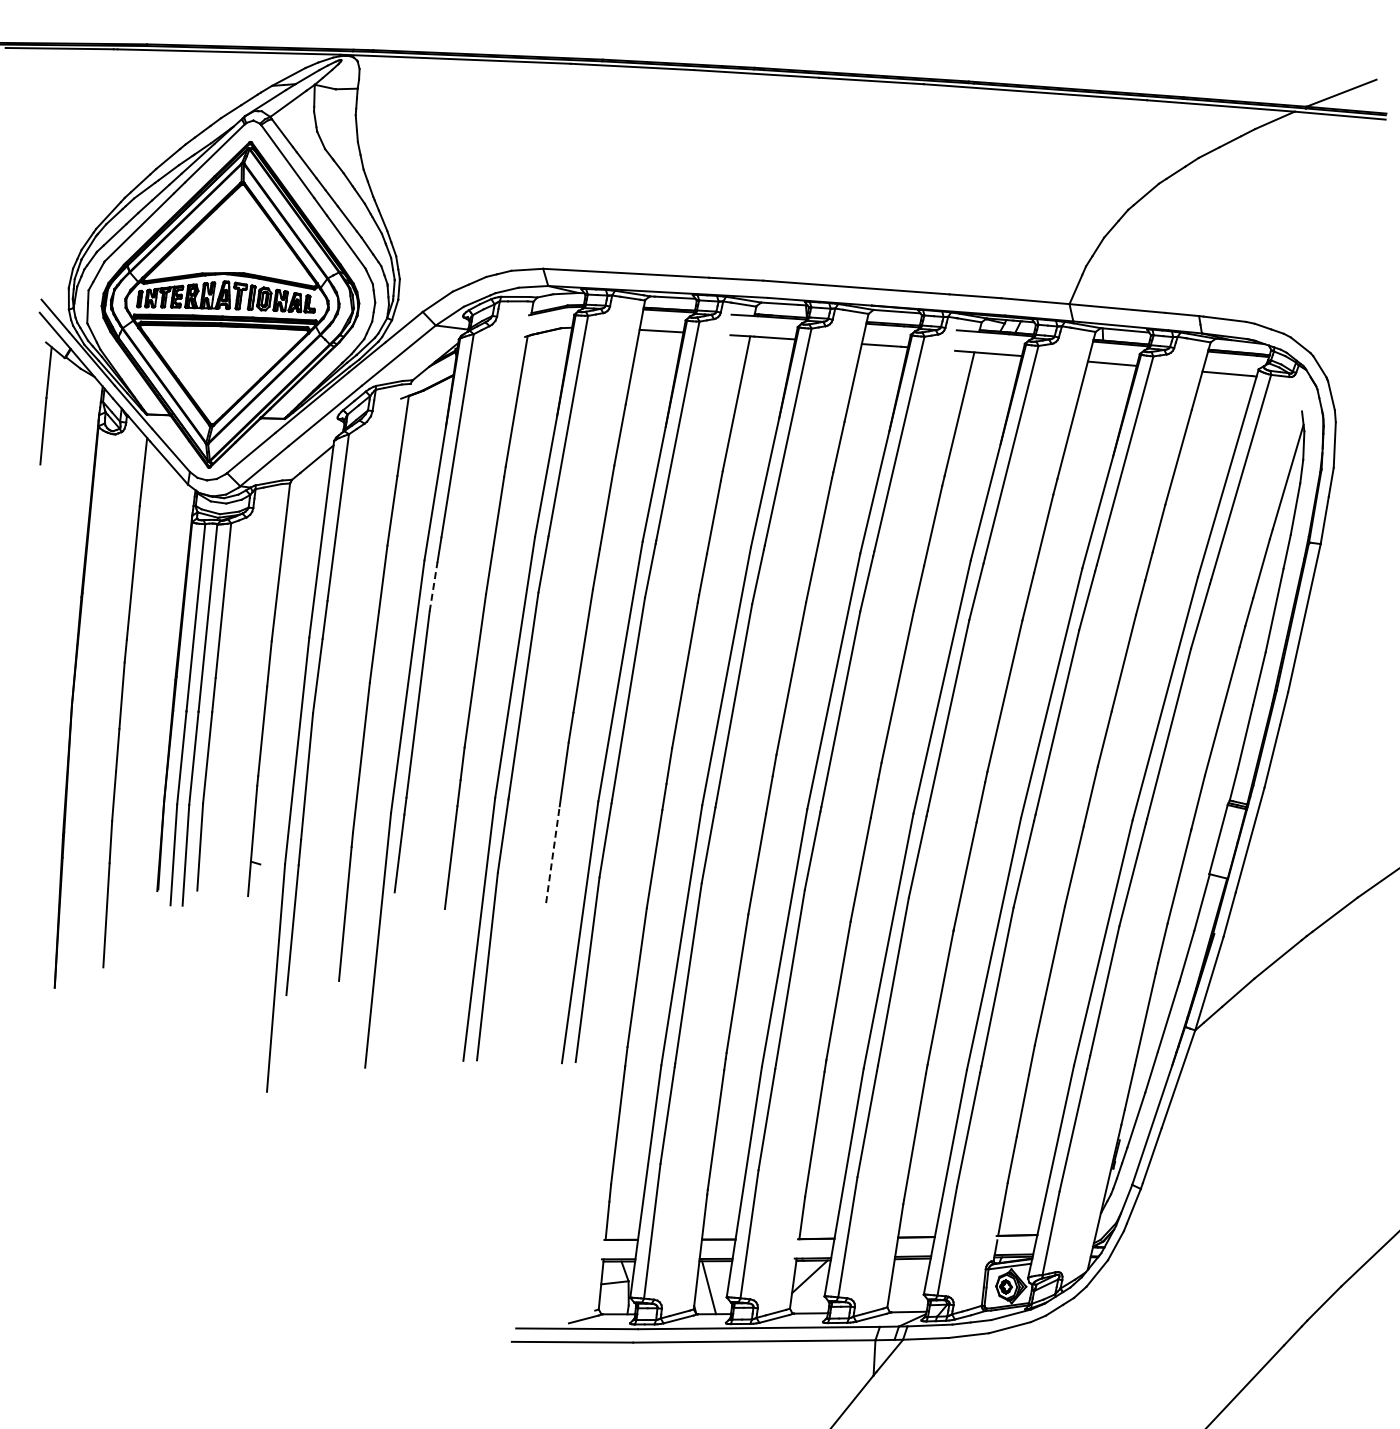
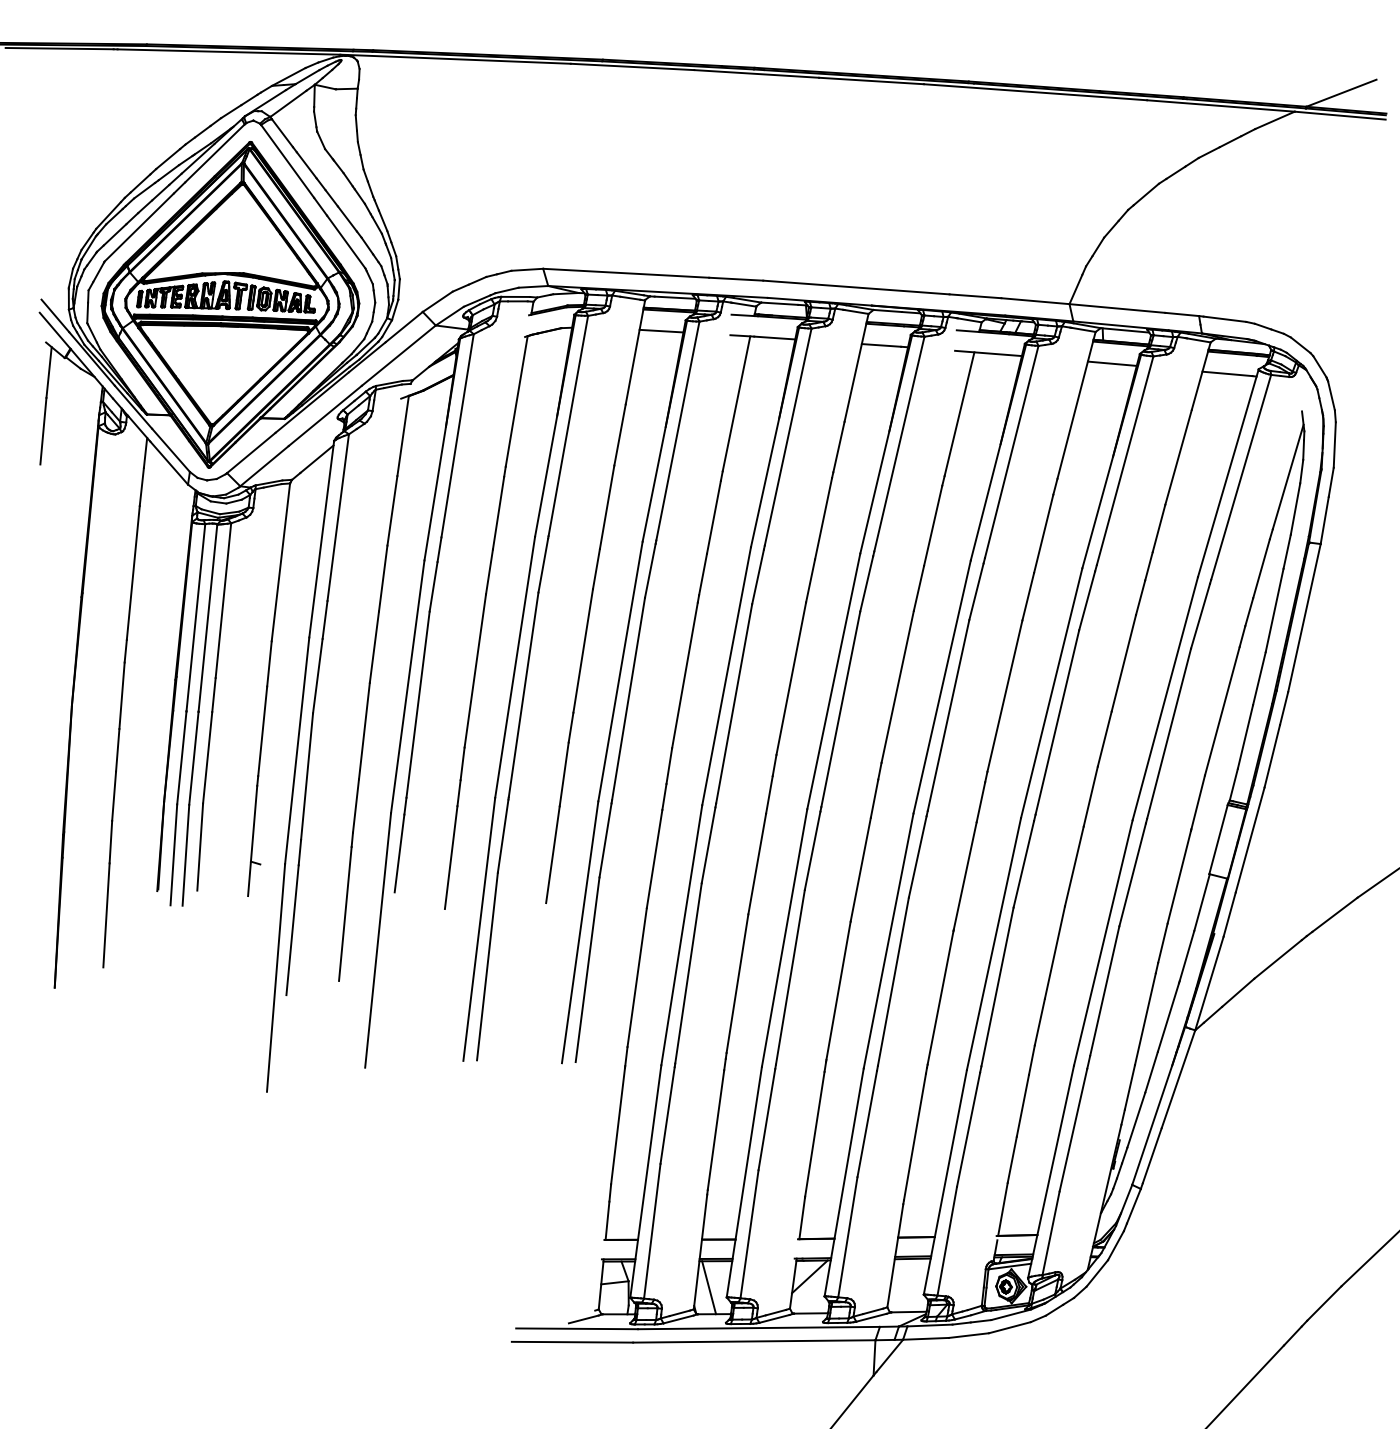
line at (433, 586): dashed -> solid
line at (552, 854): dashed -> solid
